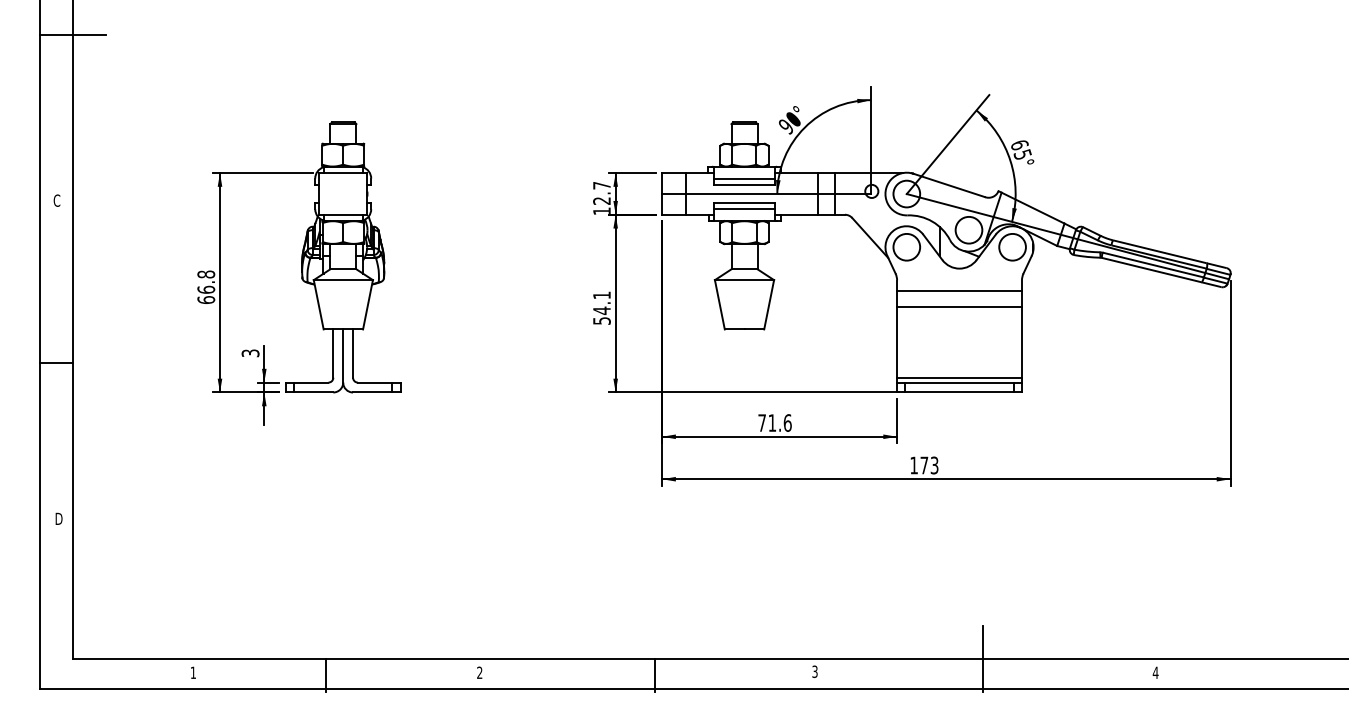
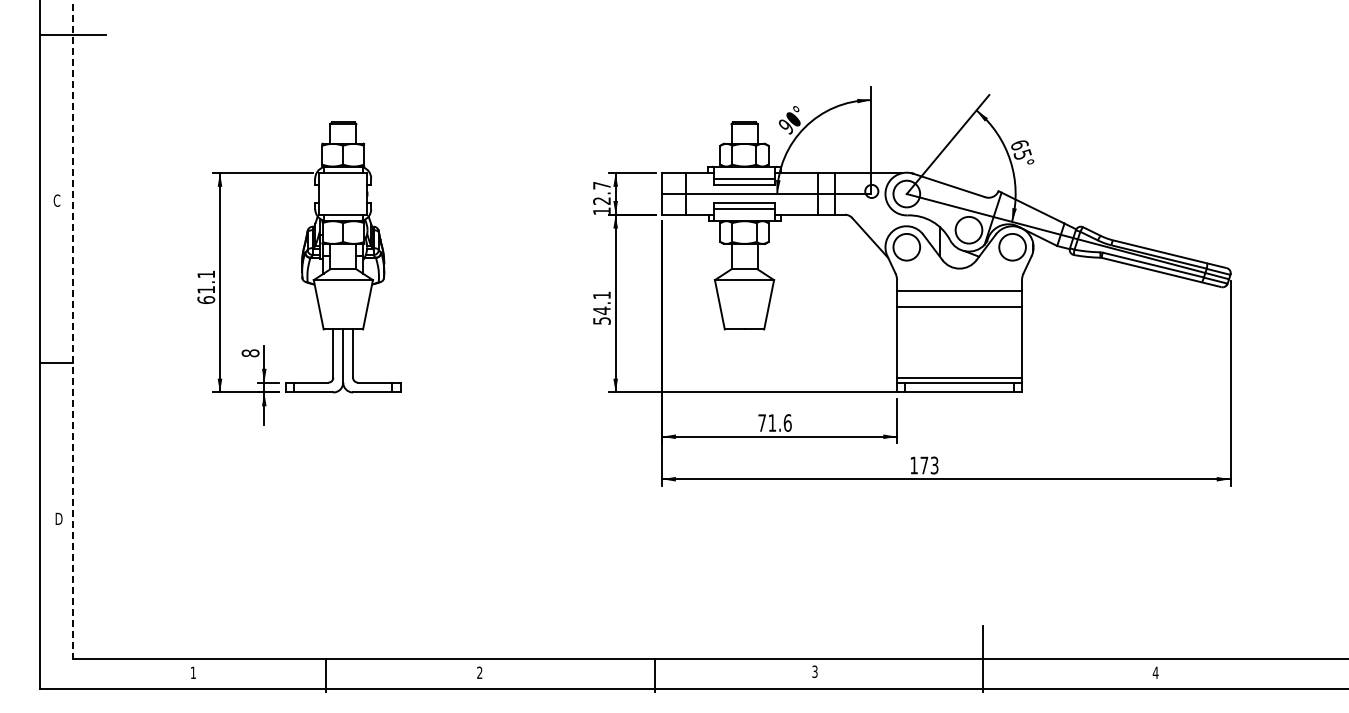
text at (206, 281): 66.8 -> 61.1
line at (73, 329): solid -> dashed
text at (250, 353): 3 -> 8
